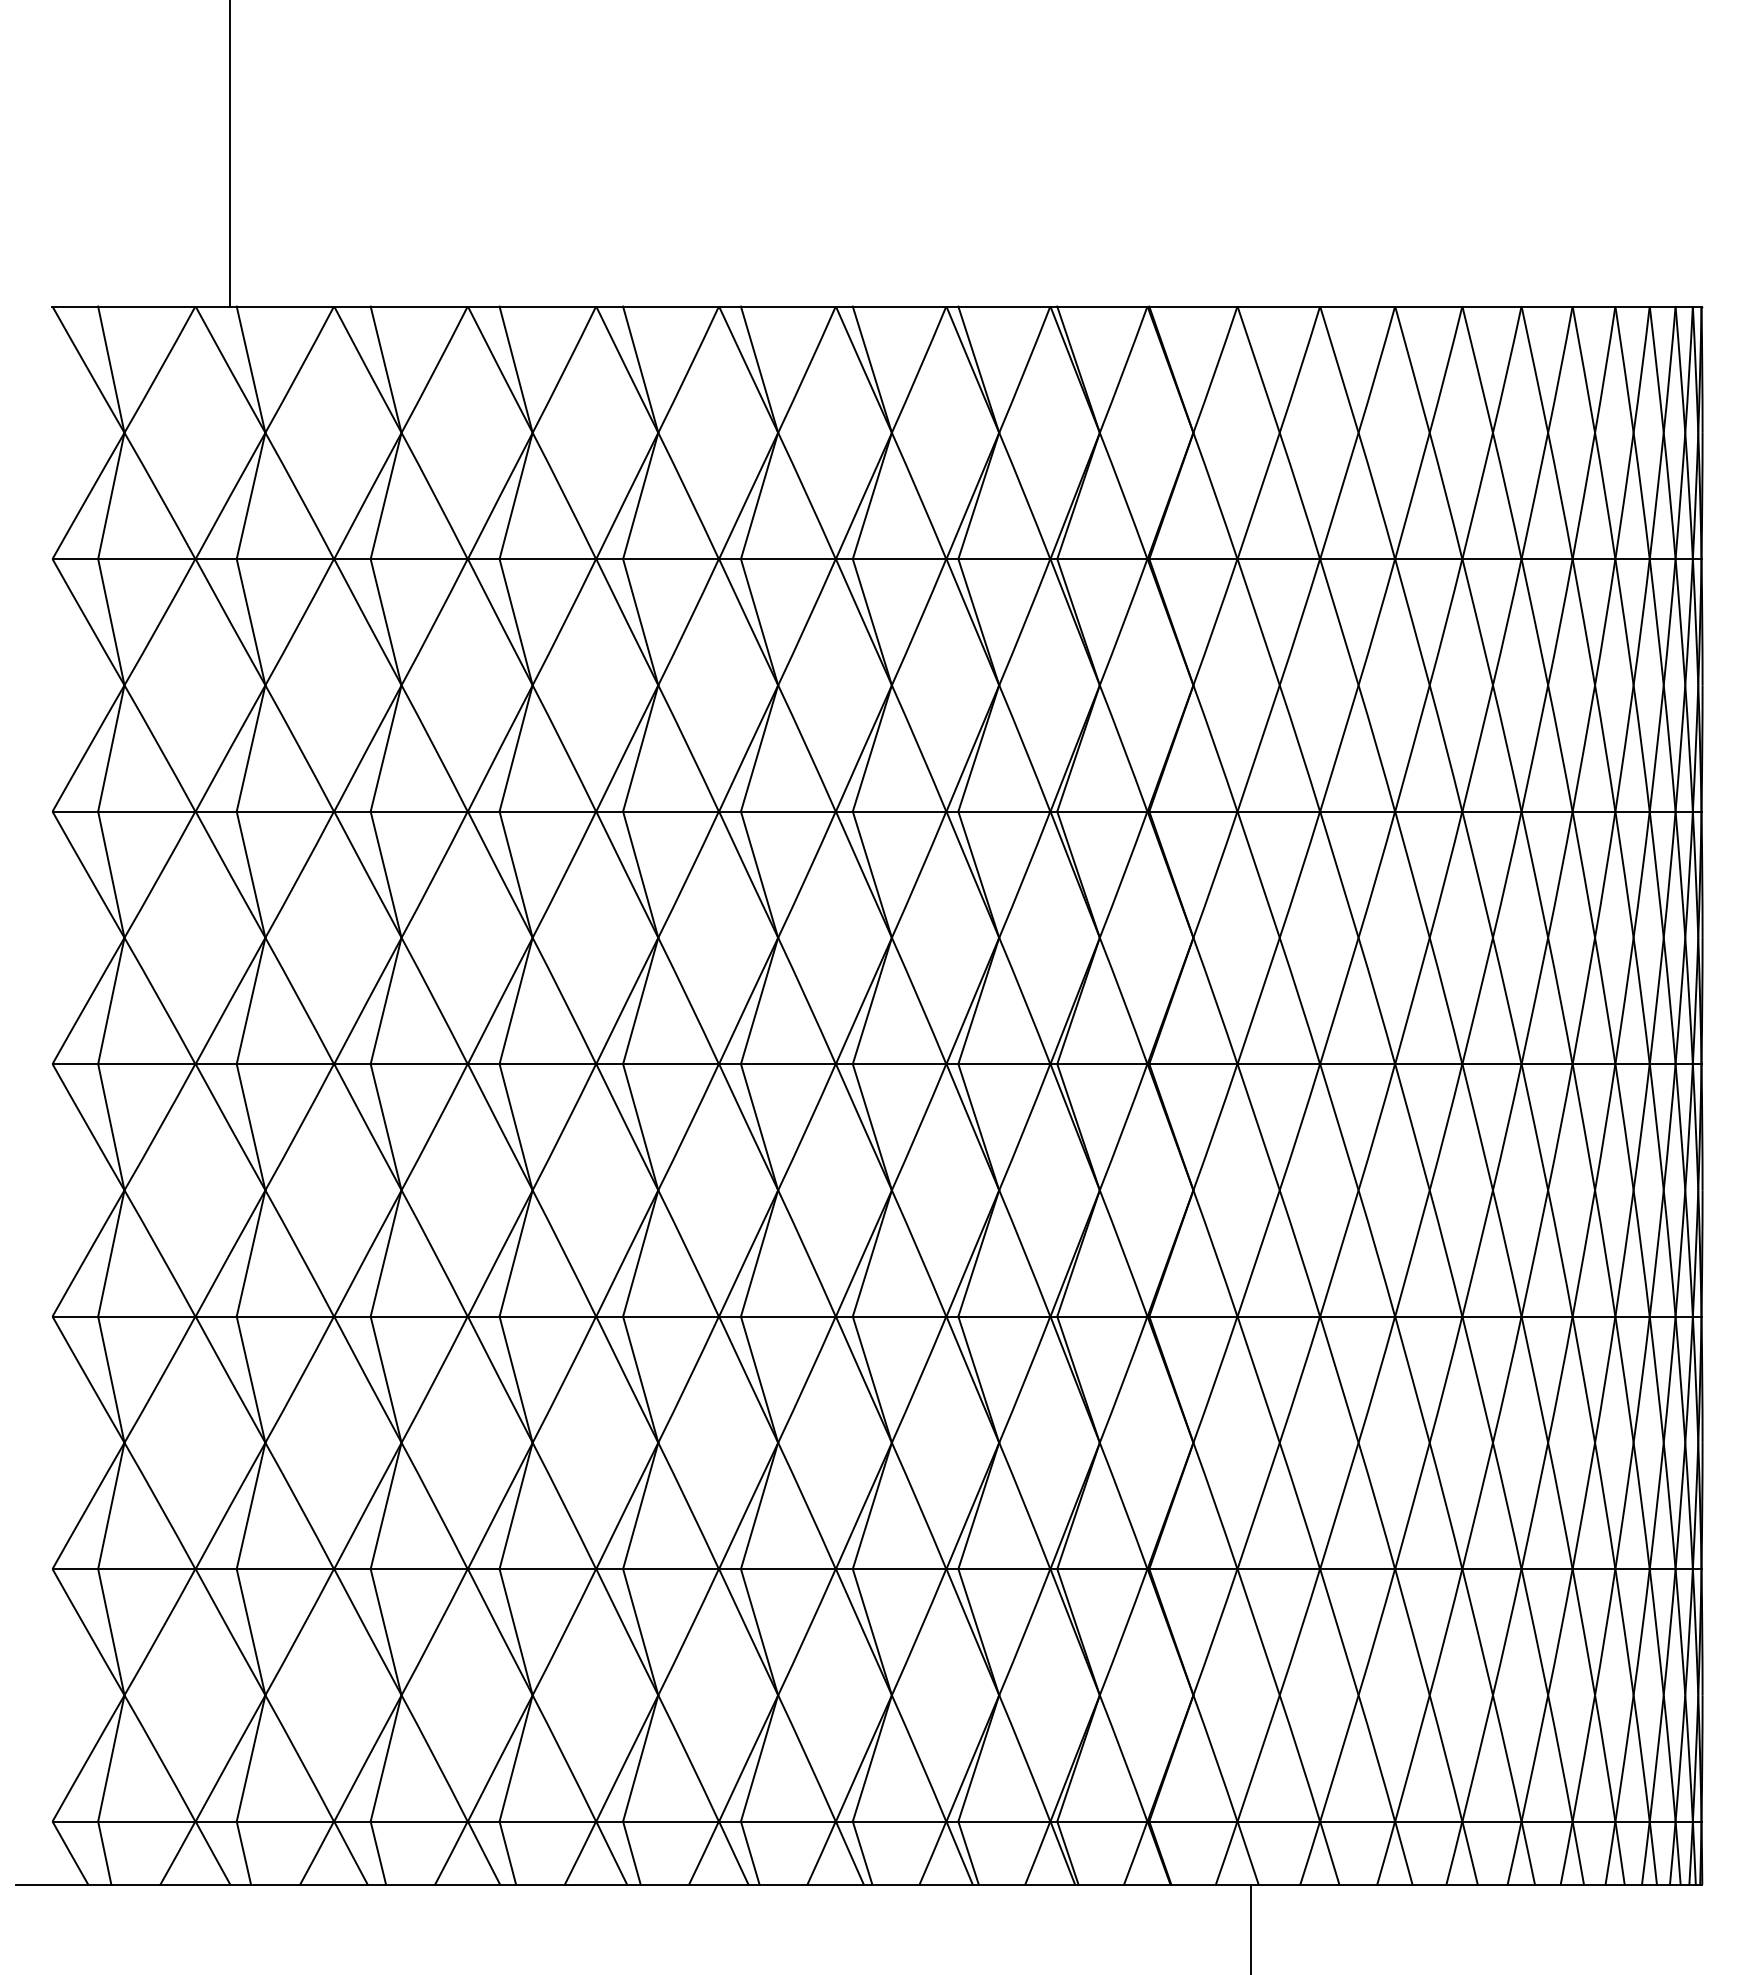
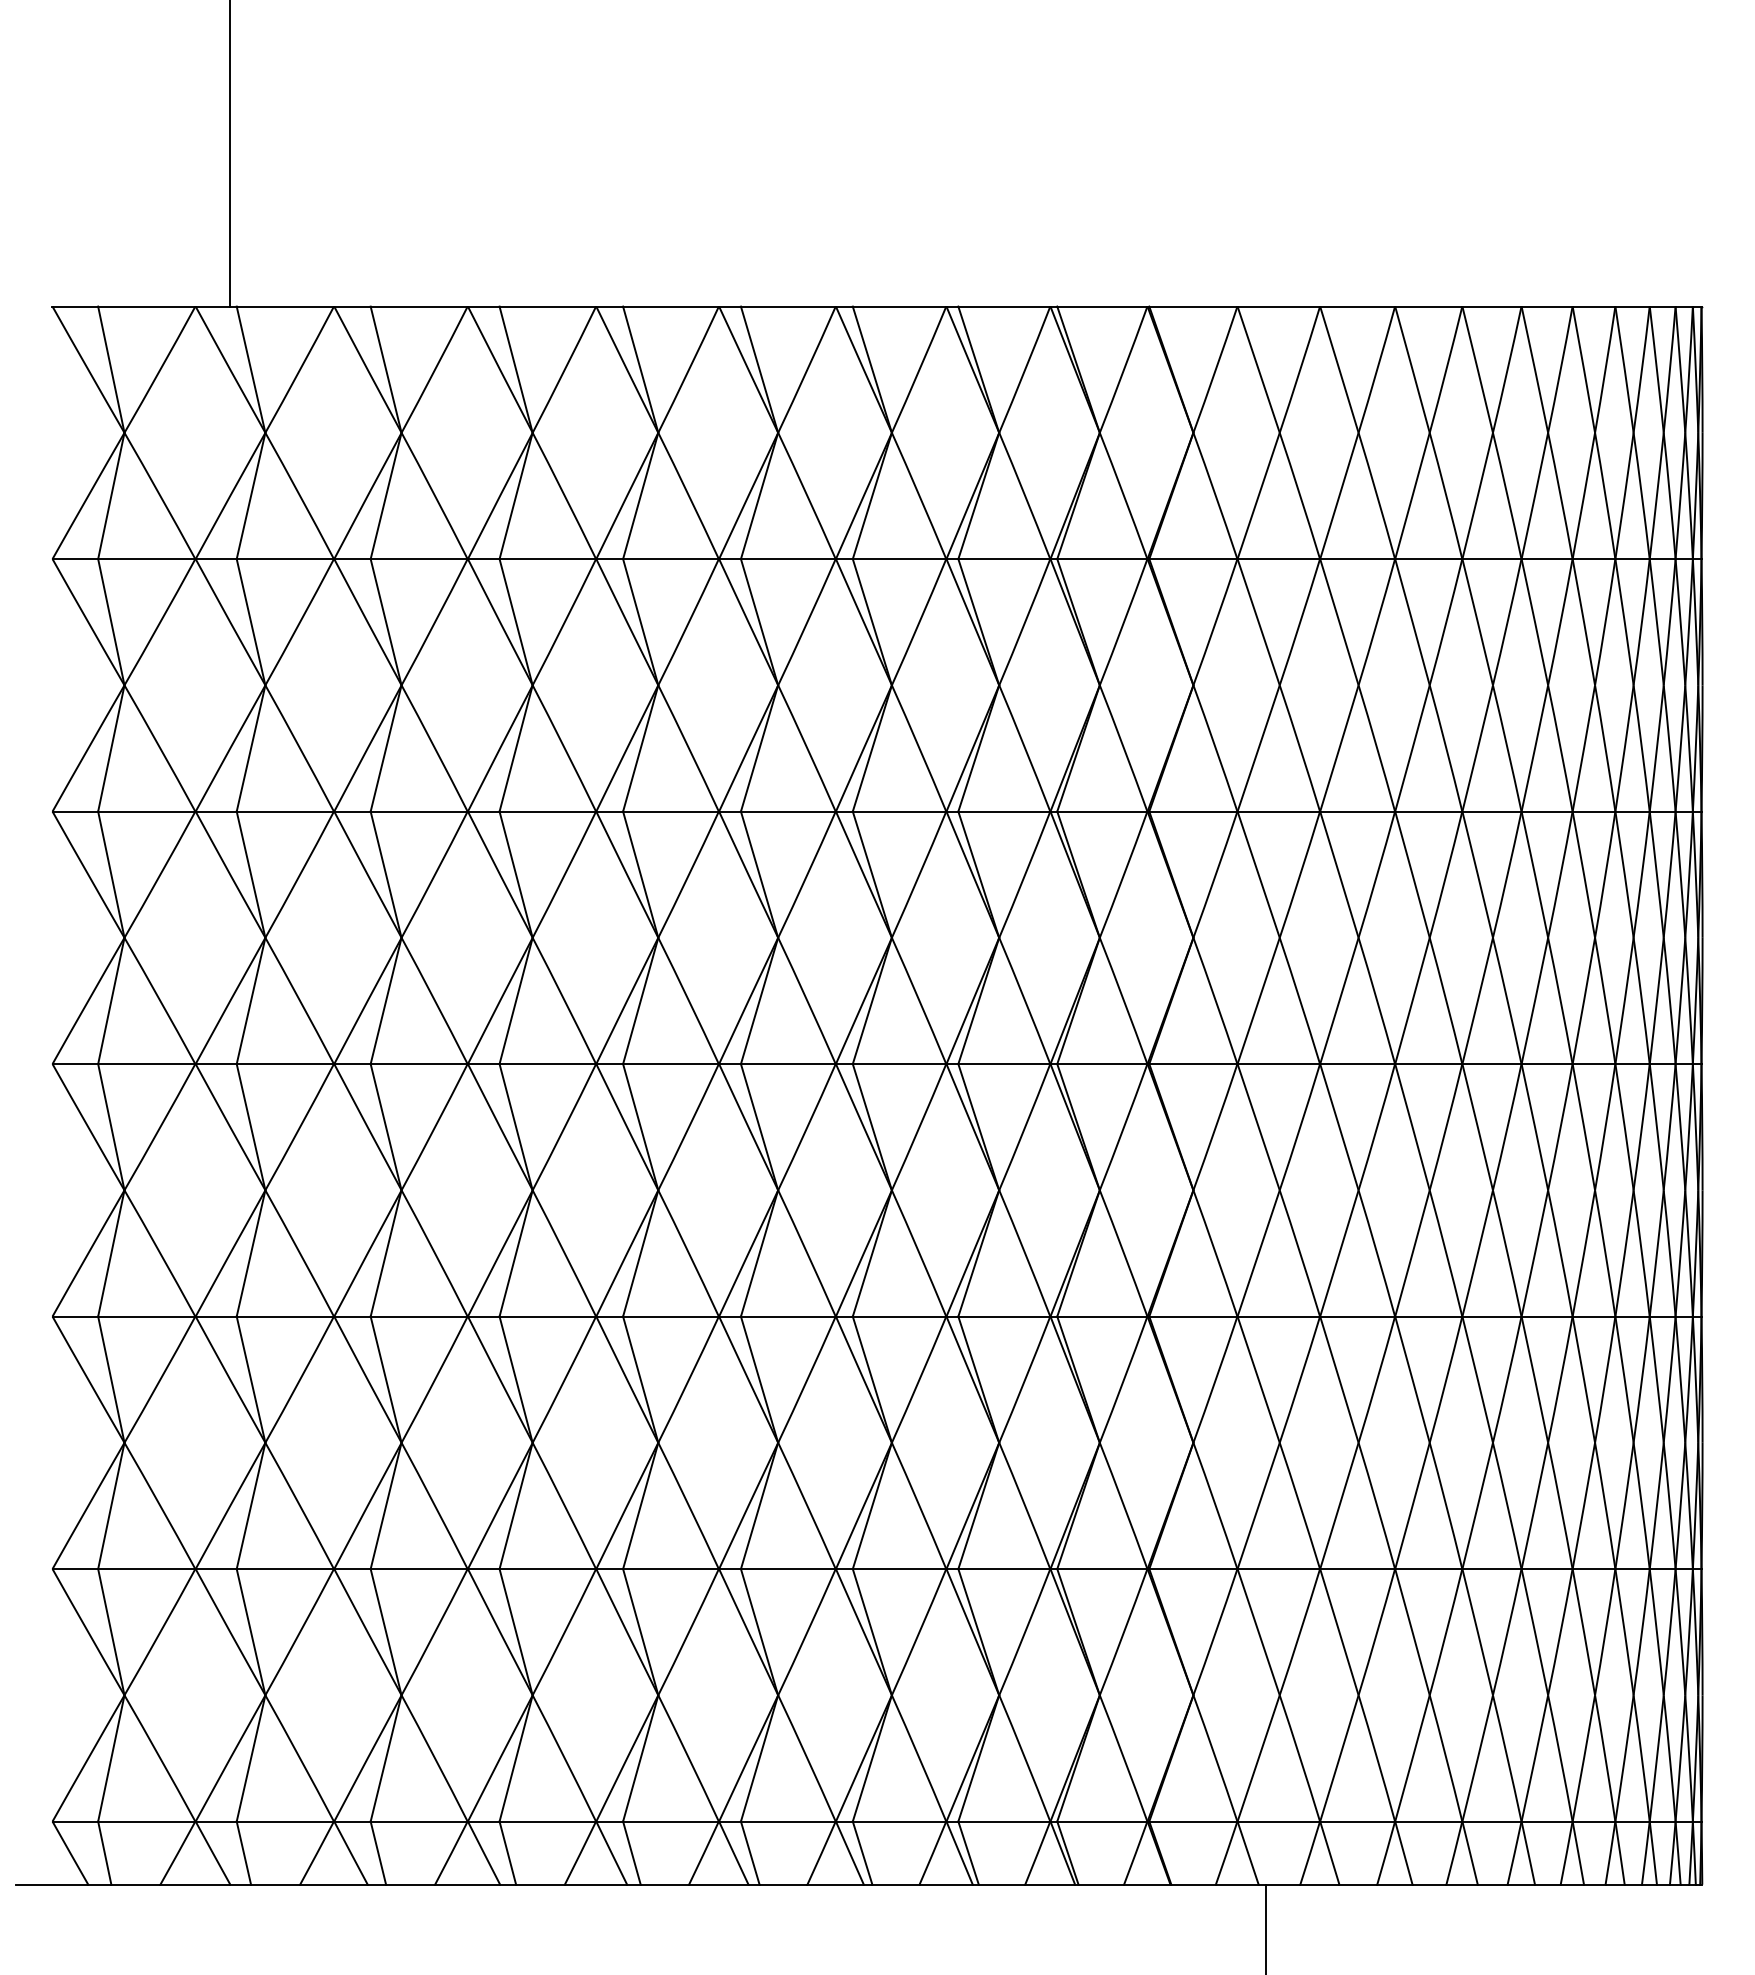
line at (1250, 1927) position: (1250, 1927) -> (1265, 1927)
